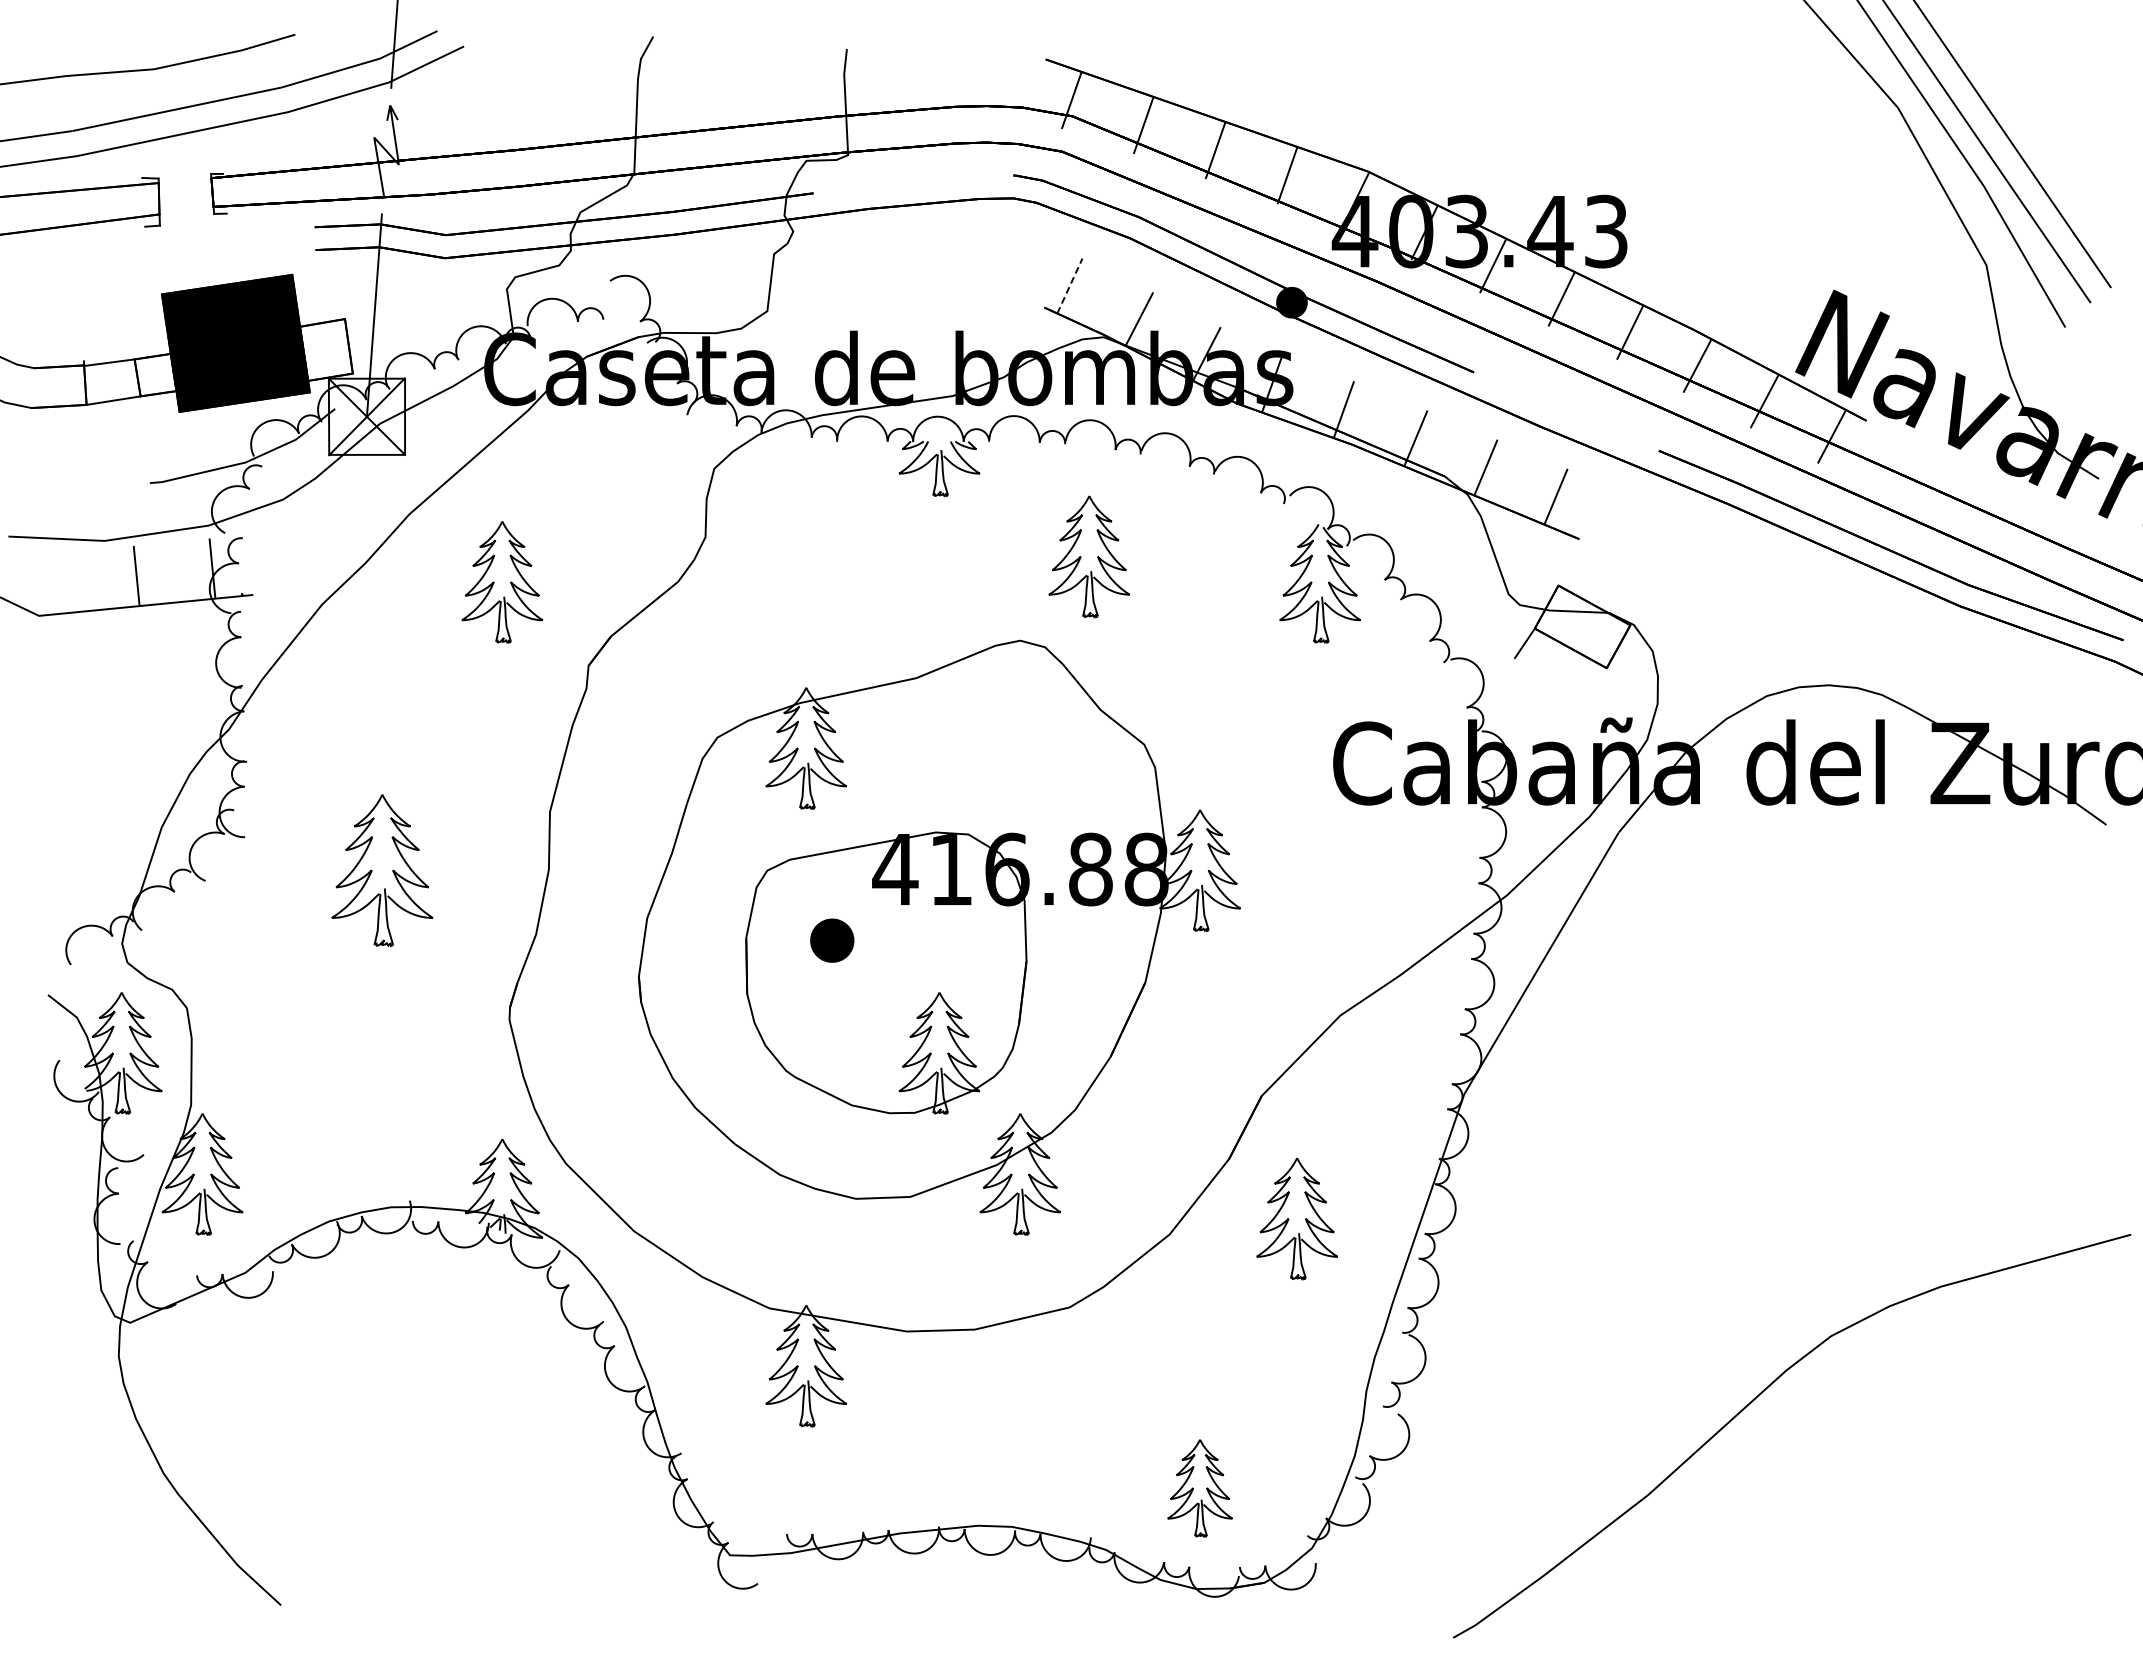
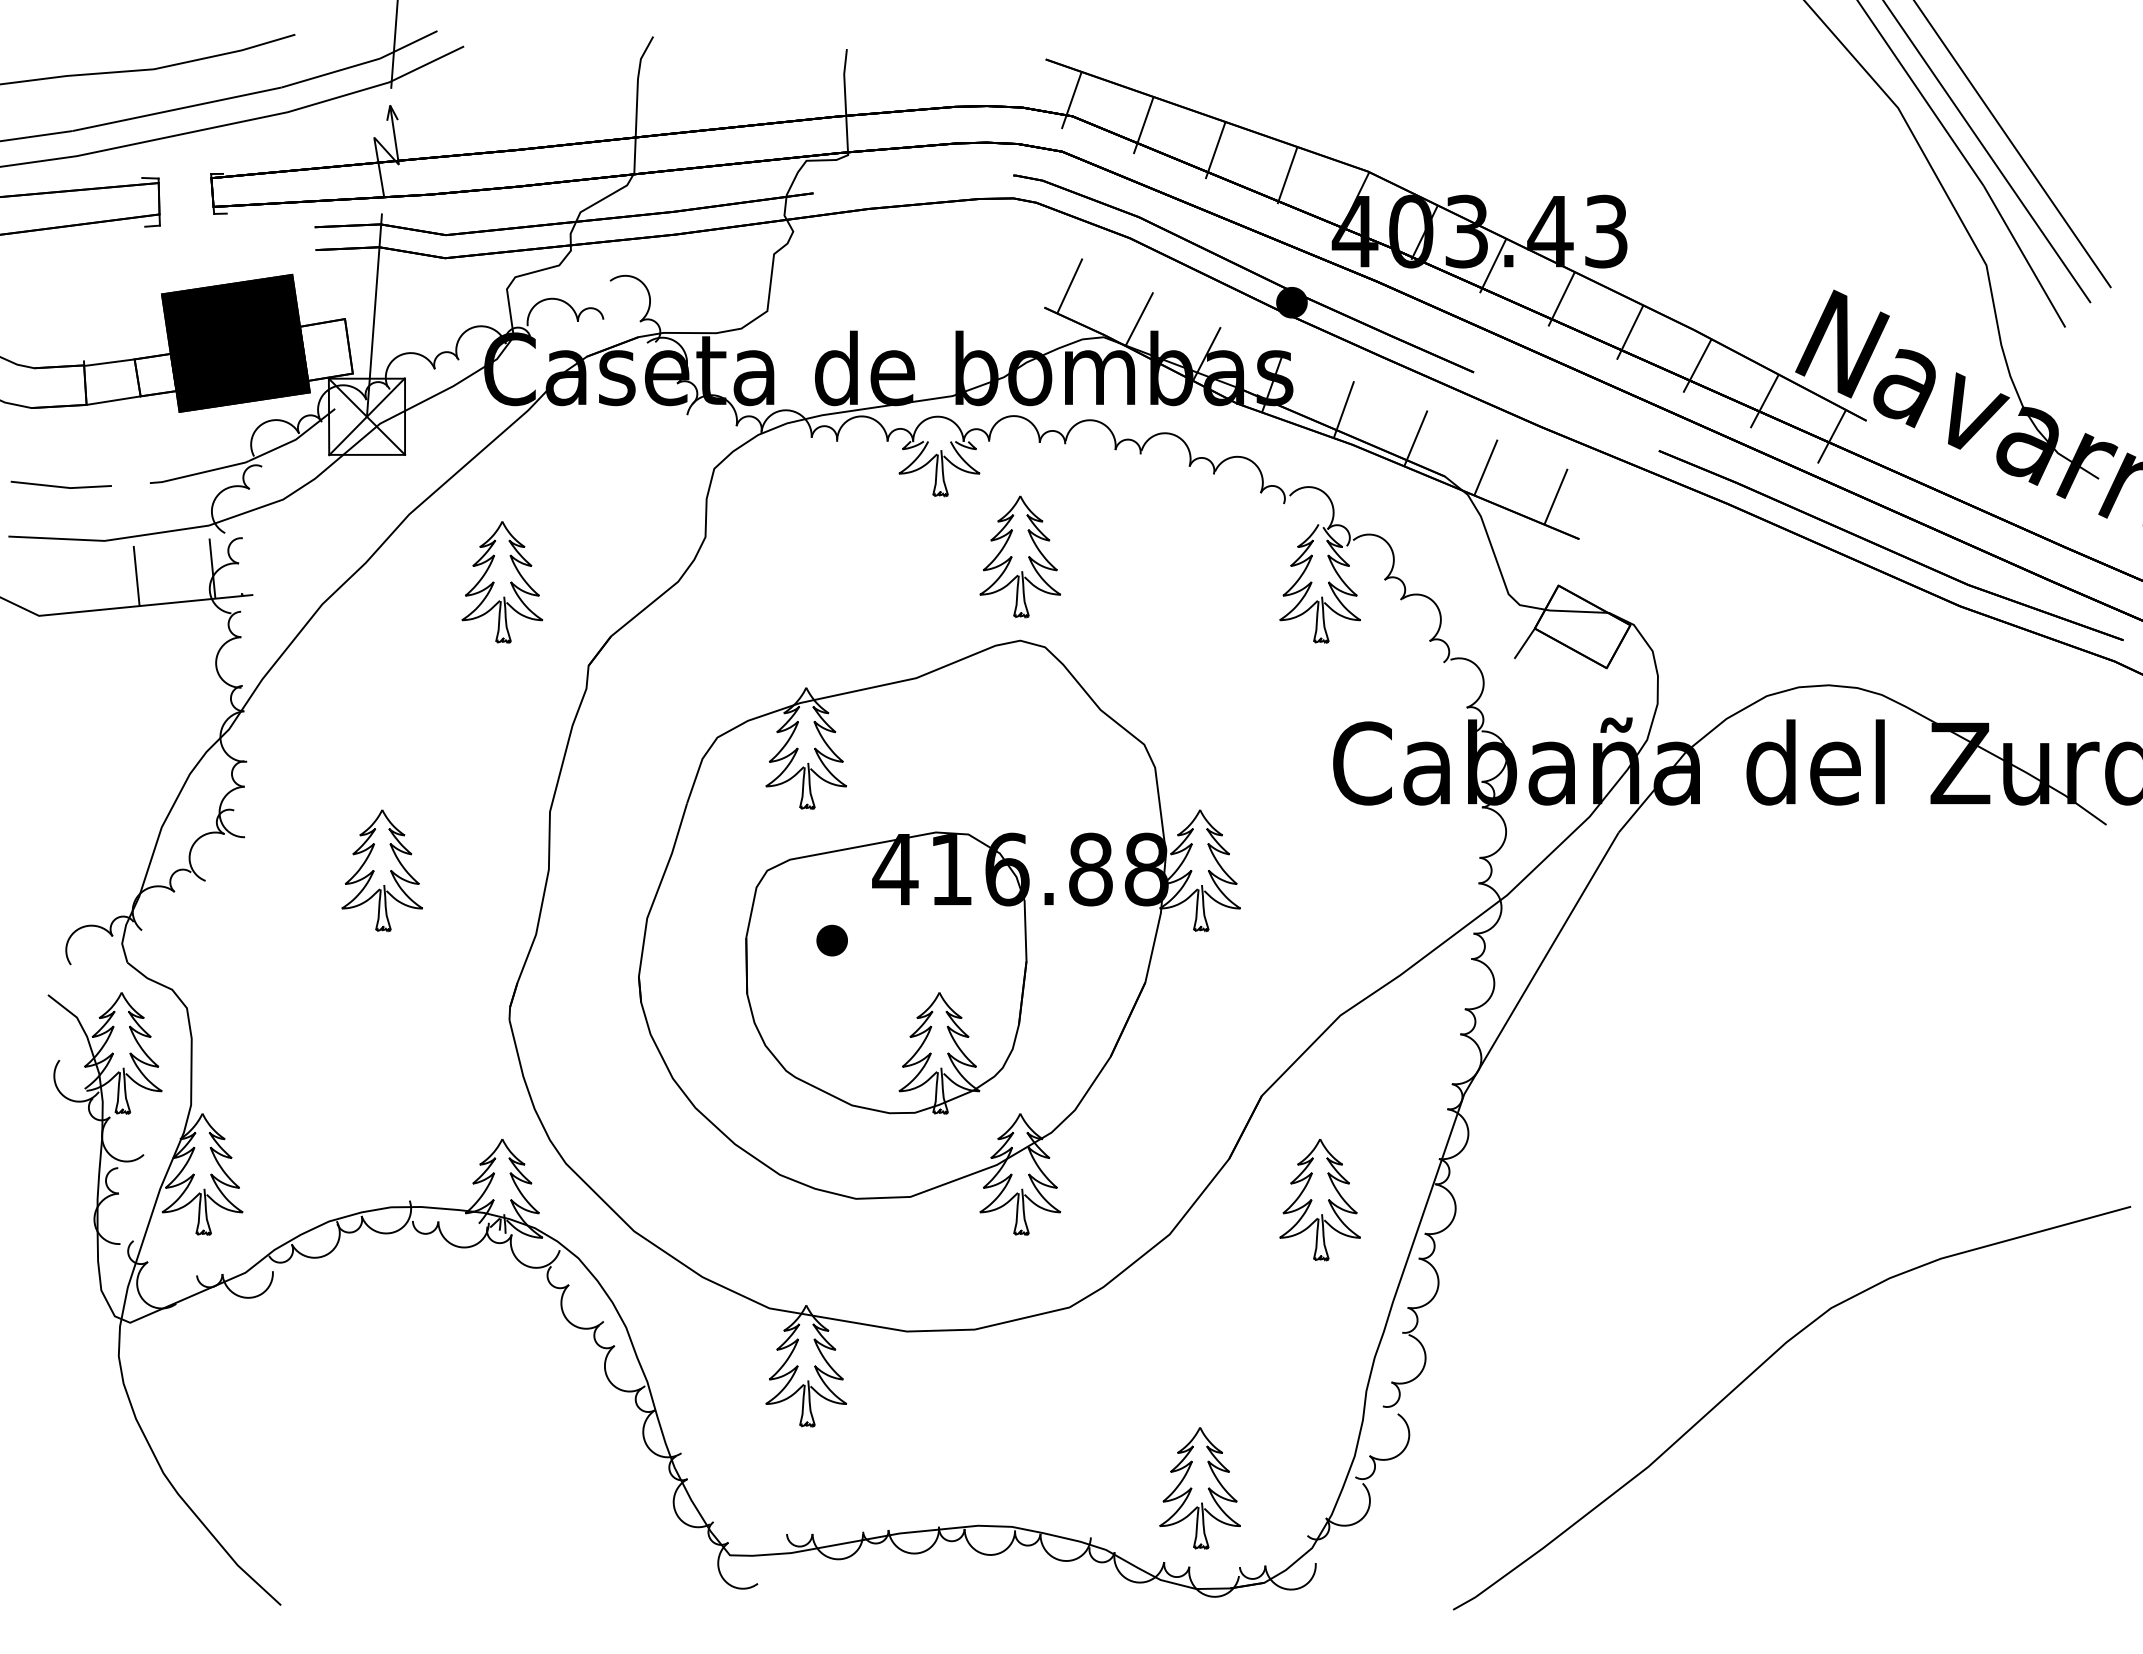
line at (1070, 285): dashed -> solid
line at (60, 486): none -> present
part at (1089, 556) position: (1089, 556) -> (1020, 556)
part at (382, 870) size: 103x154 px -> 82x124 px
part at (832, 940) size: 45x45 px -> 32x33 px
part at (1296, 1218) position: (1296, 1218) -> (1319, 1199)
curve at (1759, 1396) position: (1759, 1396) -> (1759, 1368)
part at (1199, 1488) size: 66x99 px -> 82x123 px
